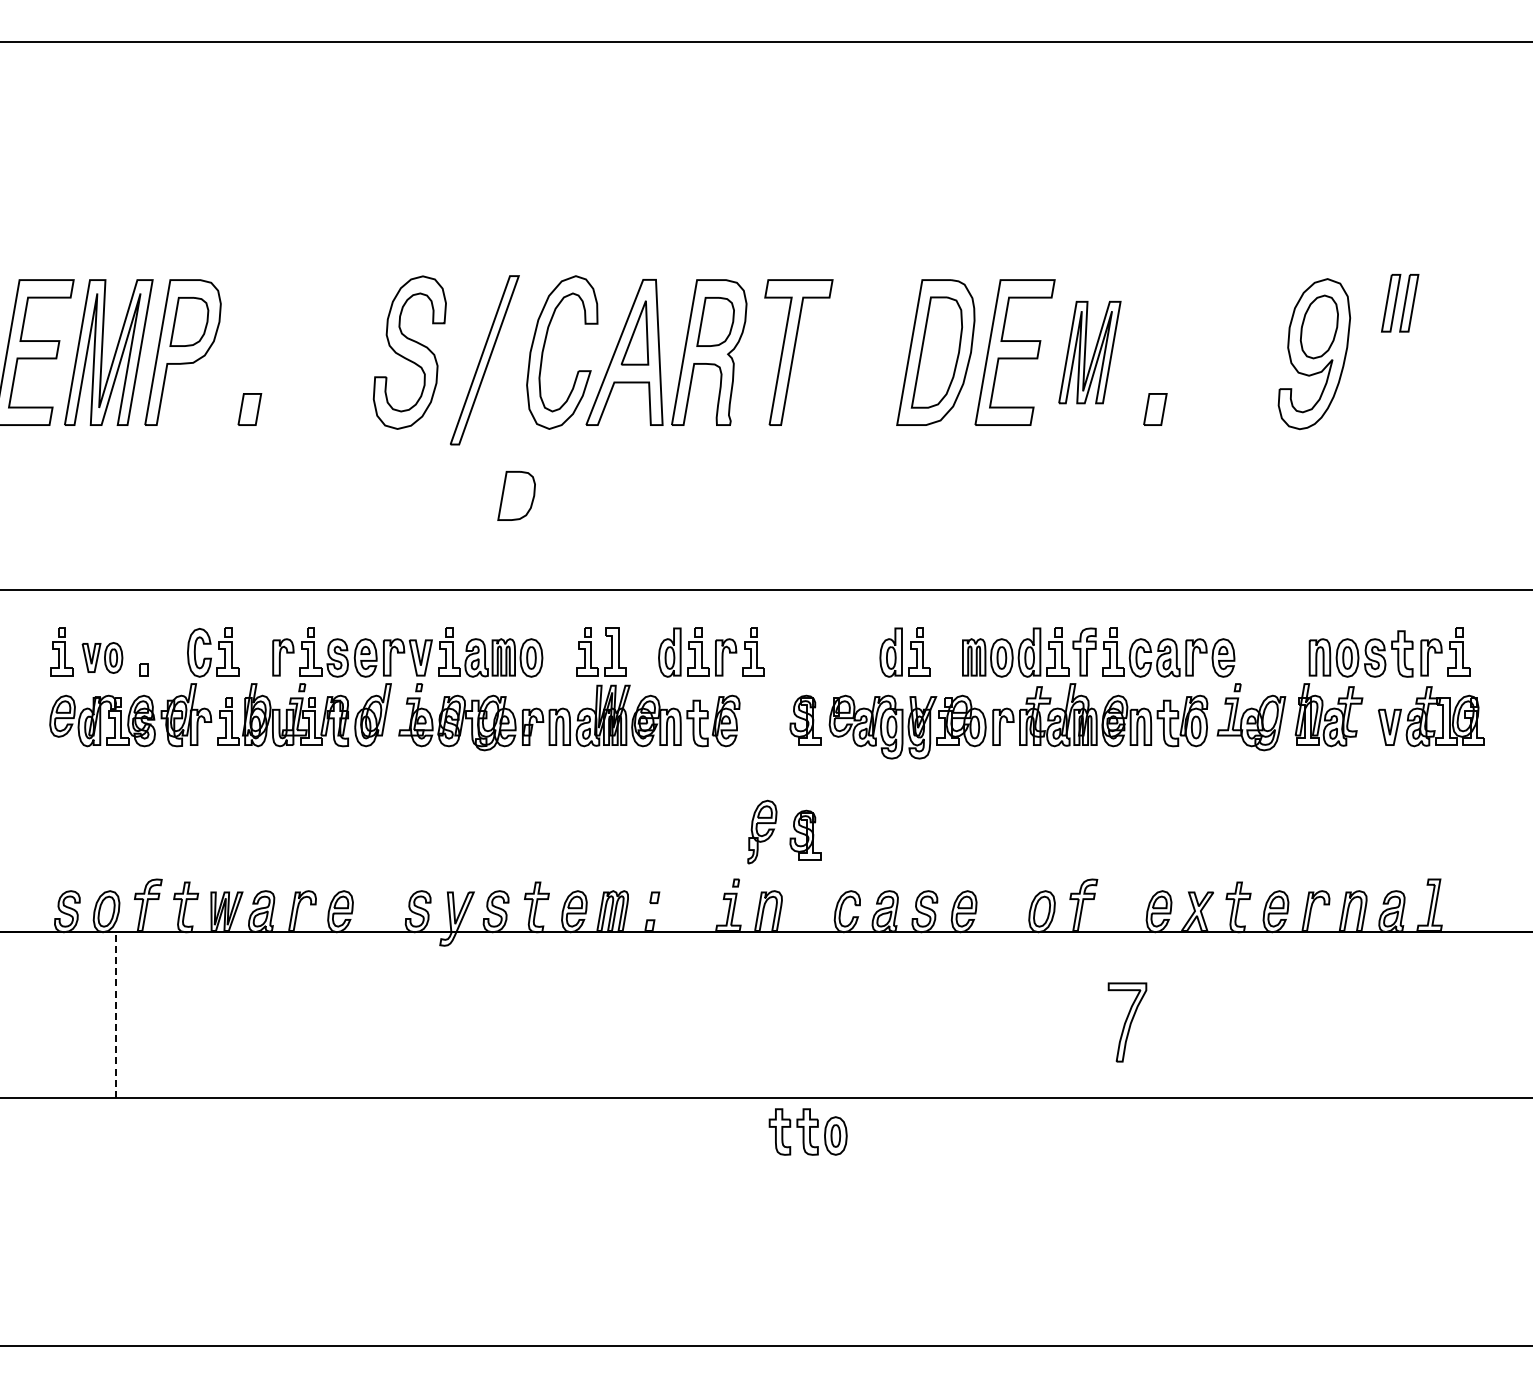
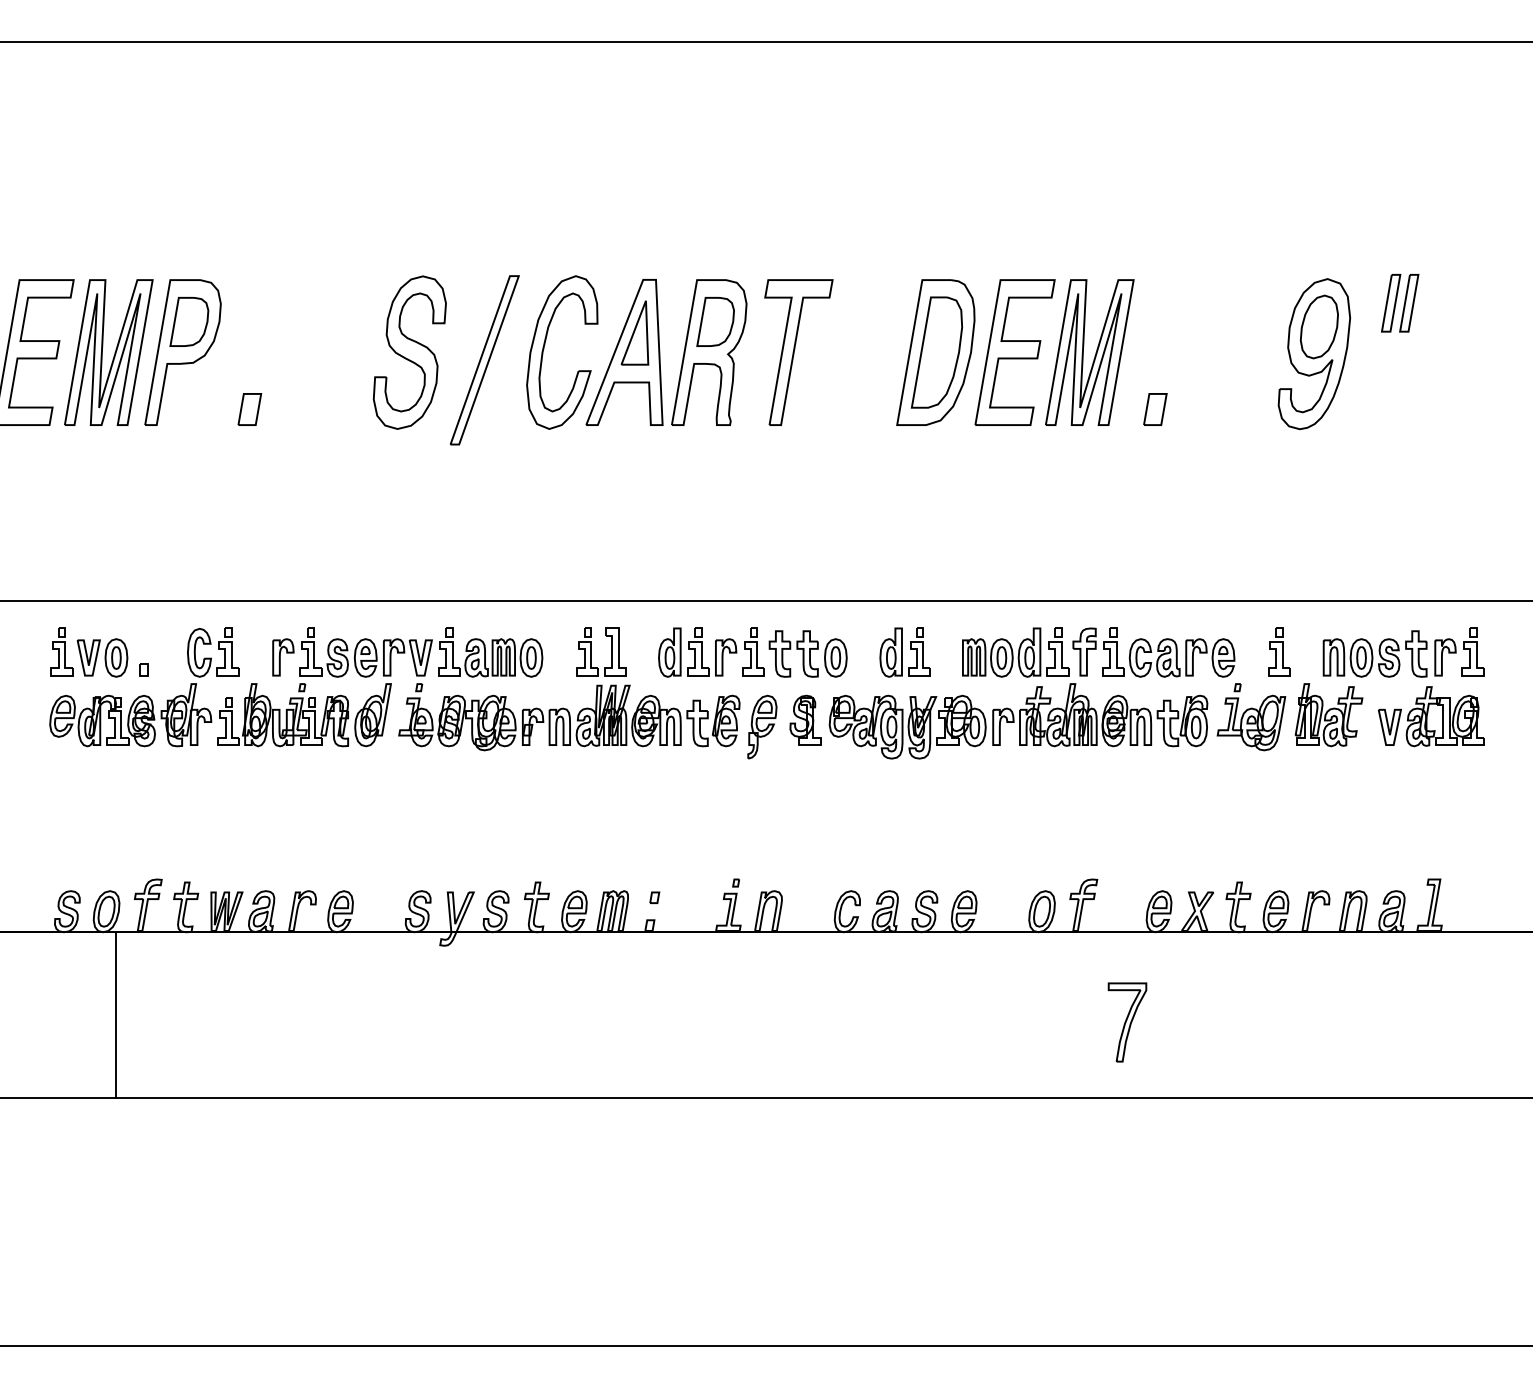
part at (1089, 352) size: 64x105 px -> 90x147 px
part at (516, 495): present -> none
line at (765, 589) position: (765, 589) -> (765, 600)
part at (1279, 651): none -> present
part at (1389, 652) position: (1389, 652) -> (1403, 652)
part at (102, 657) size: 43x32 px -> 53x40 px
part at (762, 831) position: (762, 831) -> (762, 726)
part at (805, 834): present -> none
line at (115, 1015): dashed -> solid
part at (807, 1131) position: (807, 1131) -> (807, 653)
